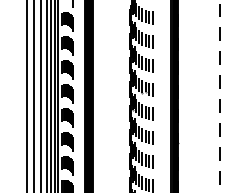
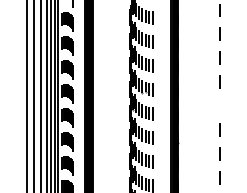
line at (219, 105): present -> none
